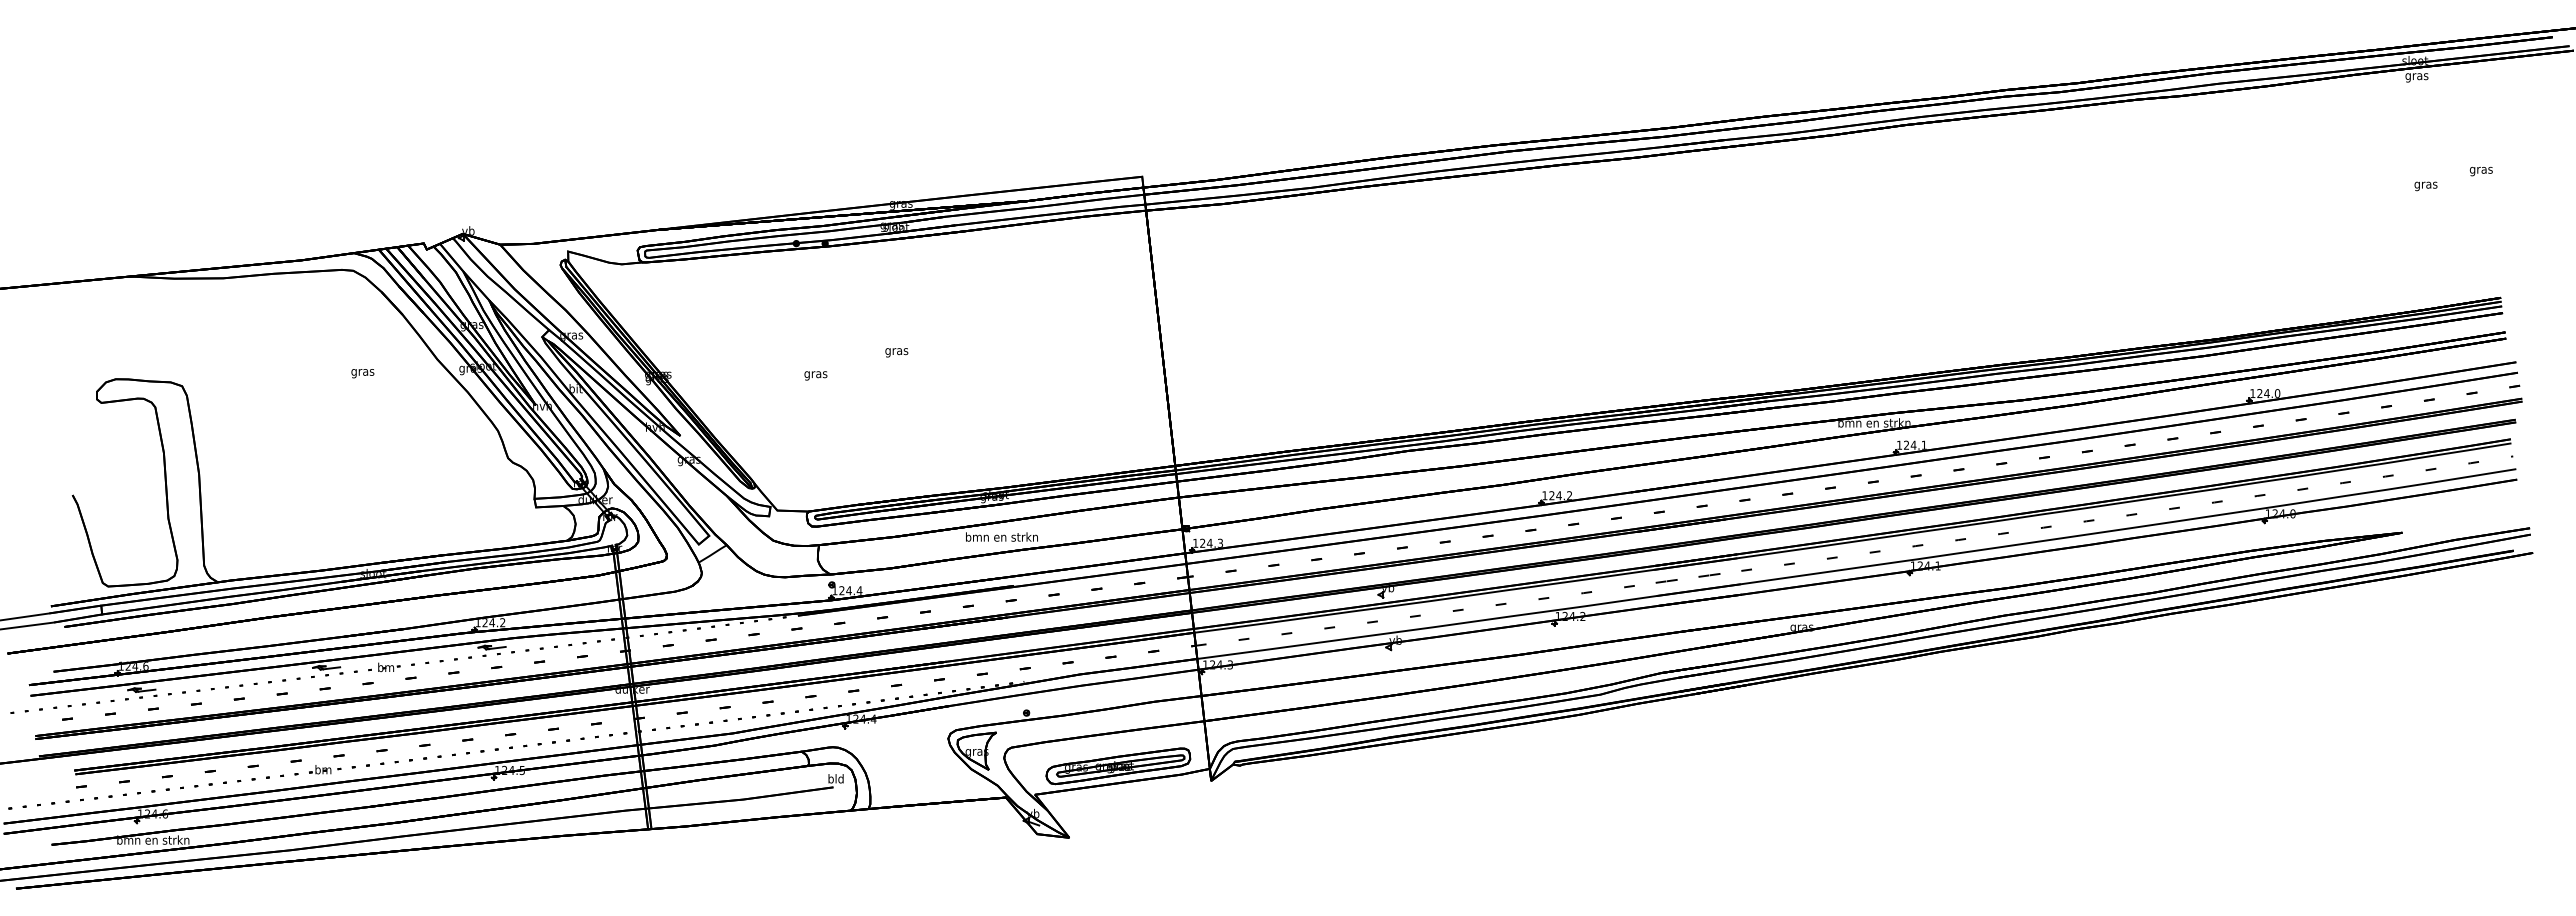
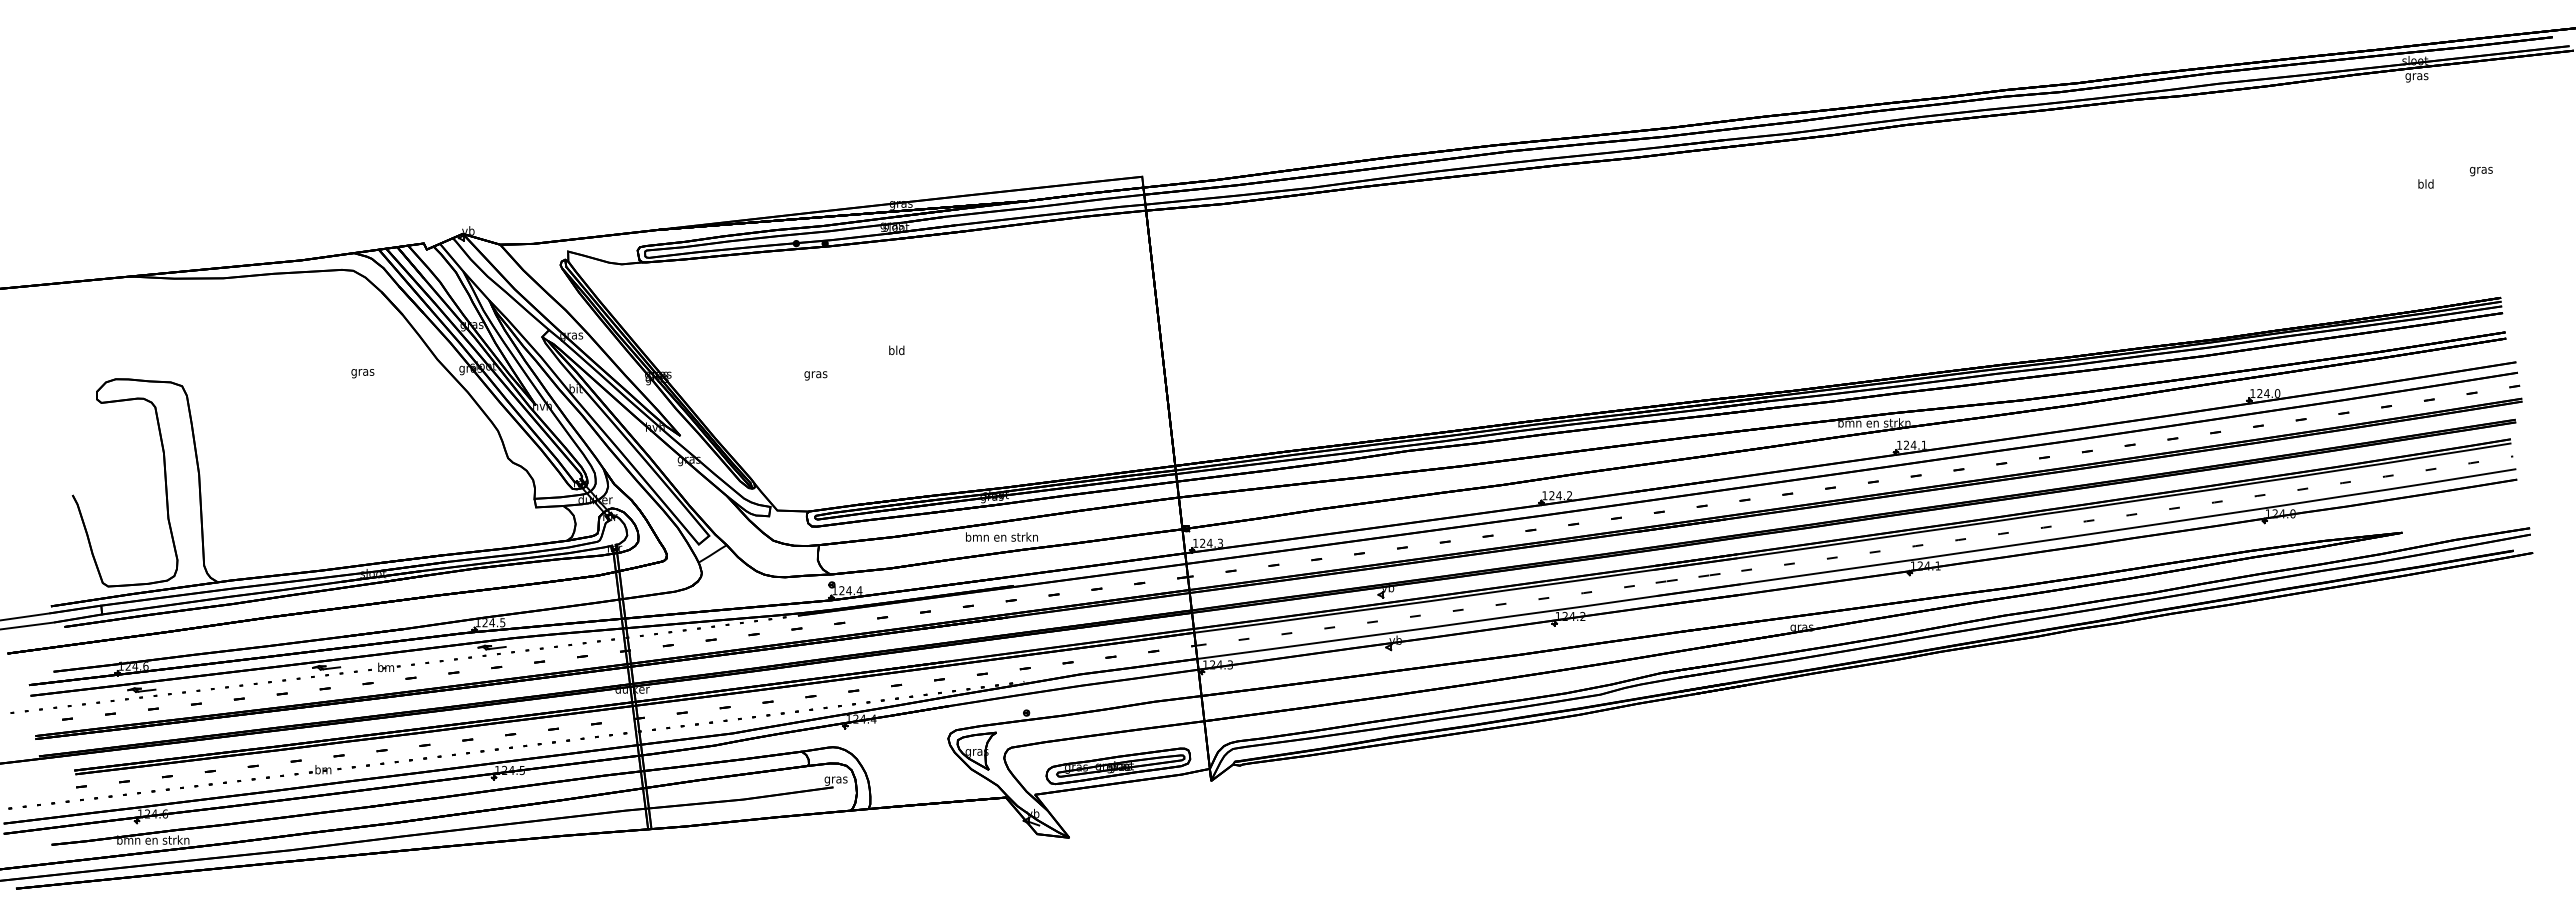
text at (2425, 185): gras -> bld
text at (896, 351): gras -> bld
text at (502, 622): 124.2 -> 124.5
text at (835, 779): bld -> gras
